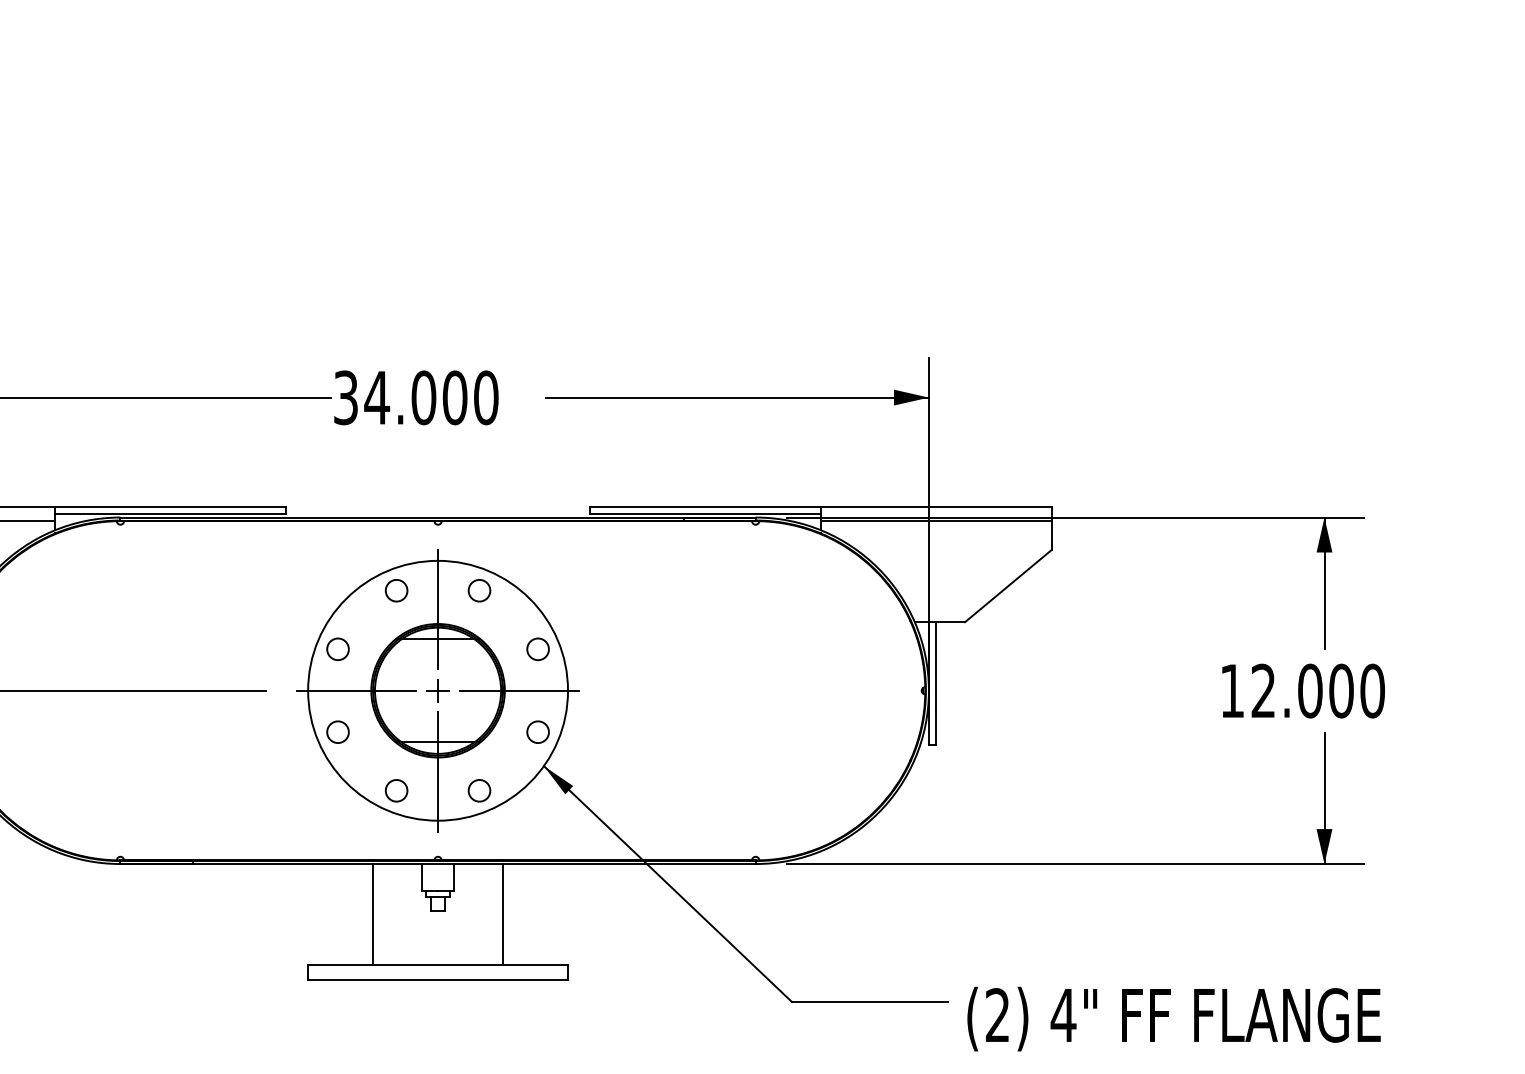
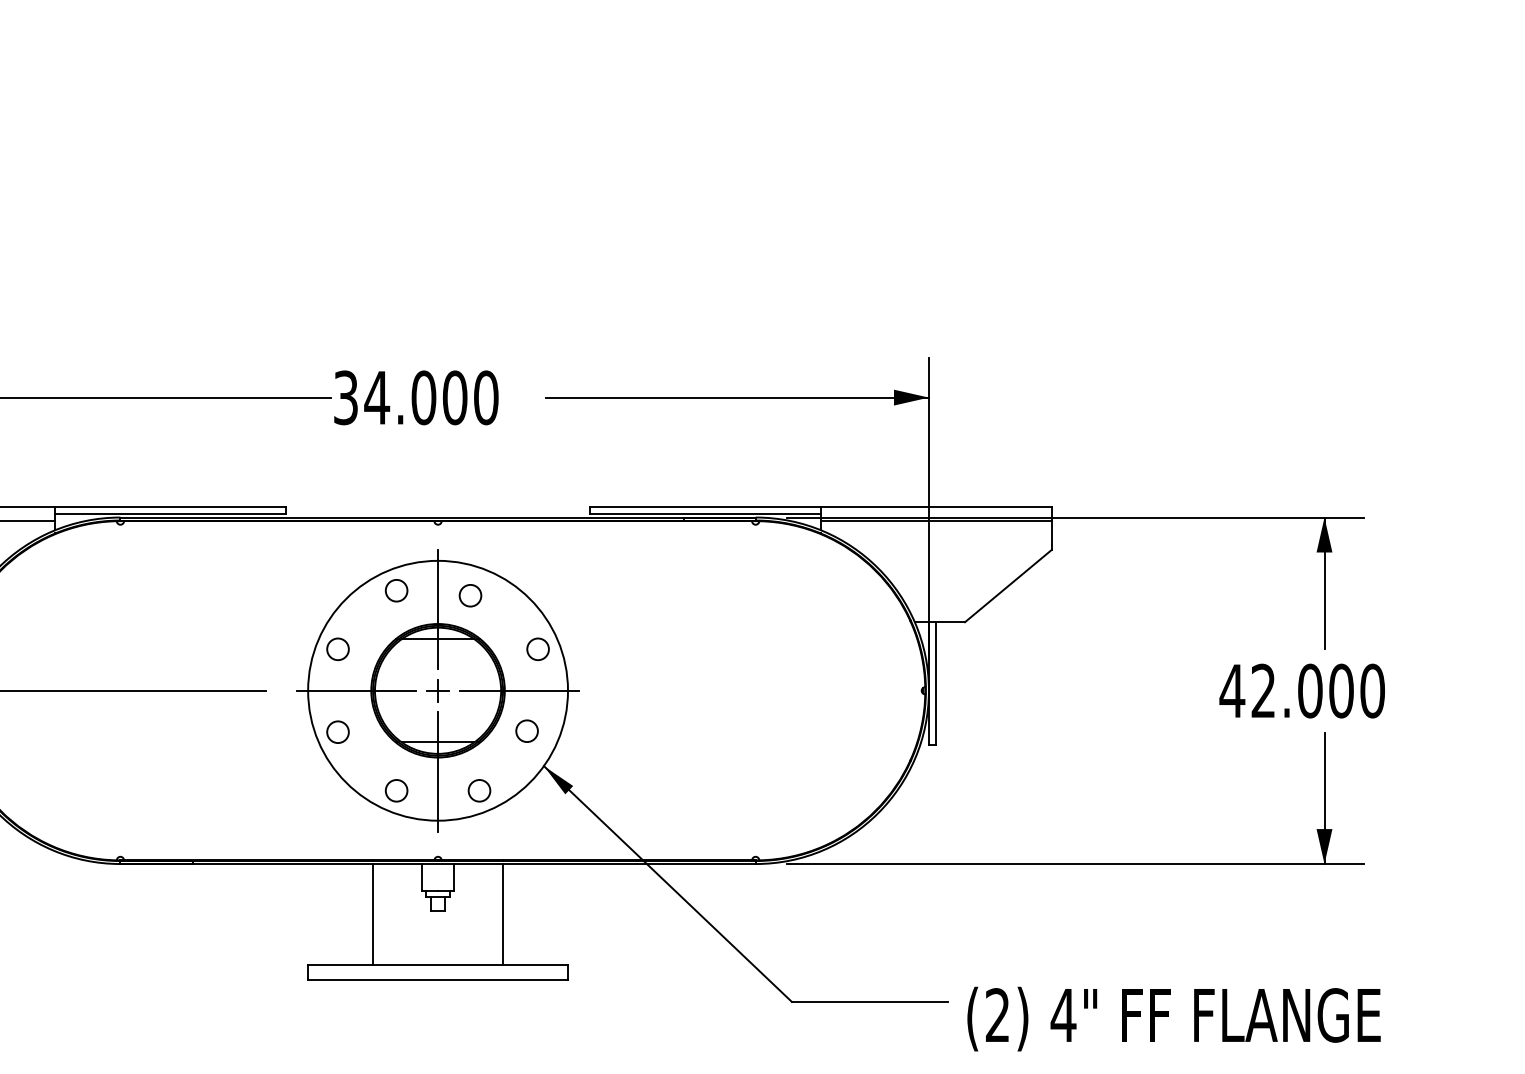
circle at (479, 590) position: (479, 590) -> (470, 595)
text at (1232, 690): 12.000 -> 42.000
circle at (537, 731) position: (537, 731) -> (526, 730)
